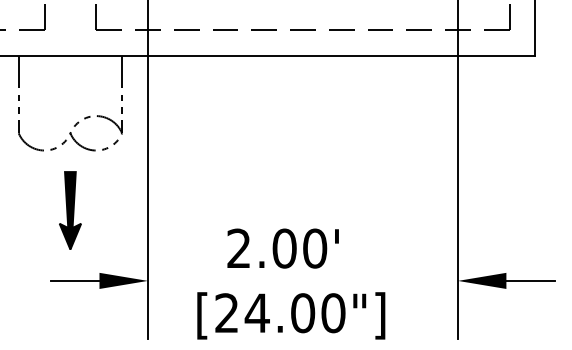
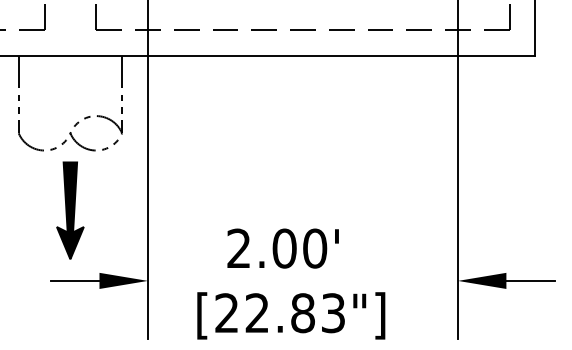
part at (70, 210) size: 23x79 px -> 29x99 px
text at (294, 313): [24.00"] -> [22.83"]
